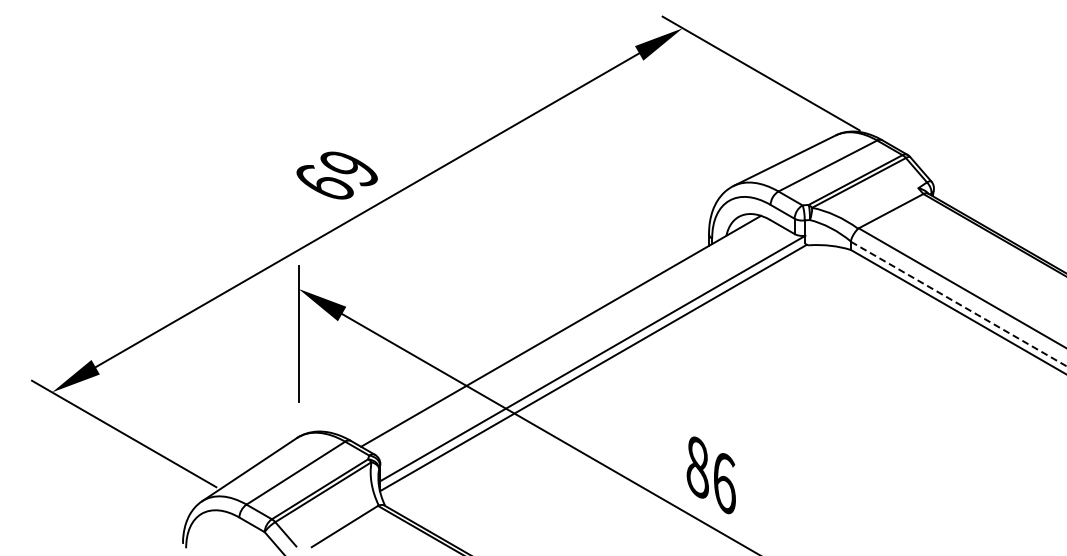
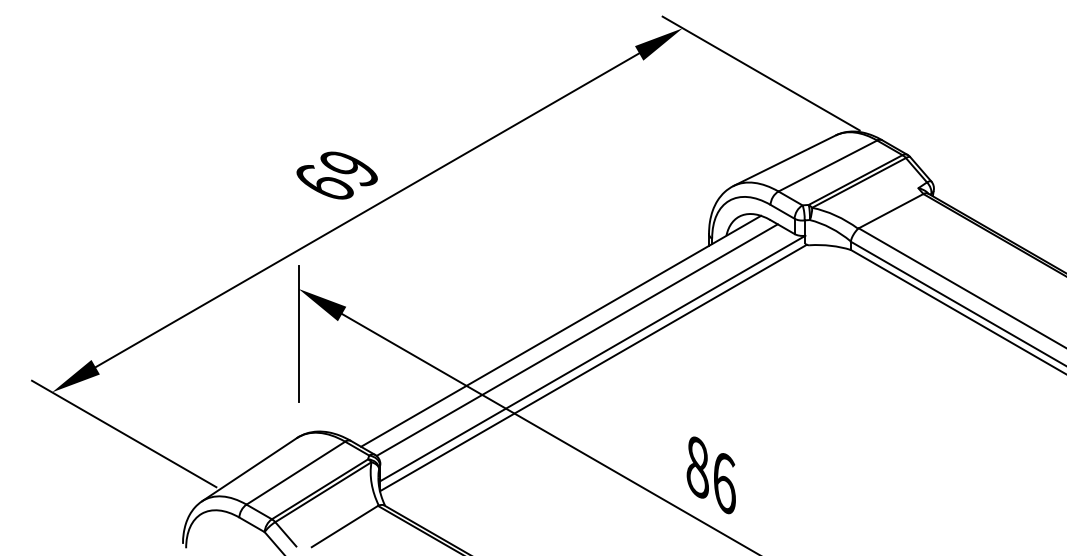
line at (959, 304): dashed -> solid
line at (576, 339): none -> present
